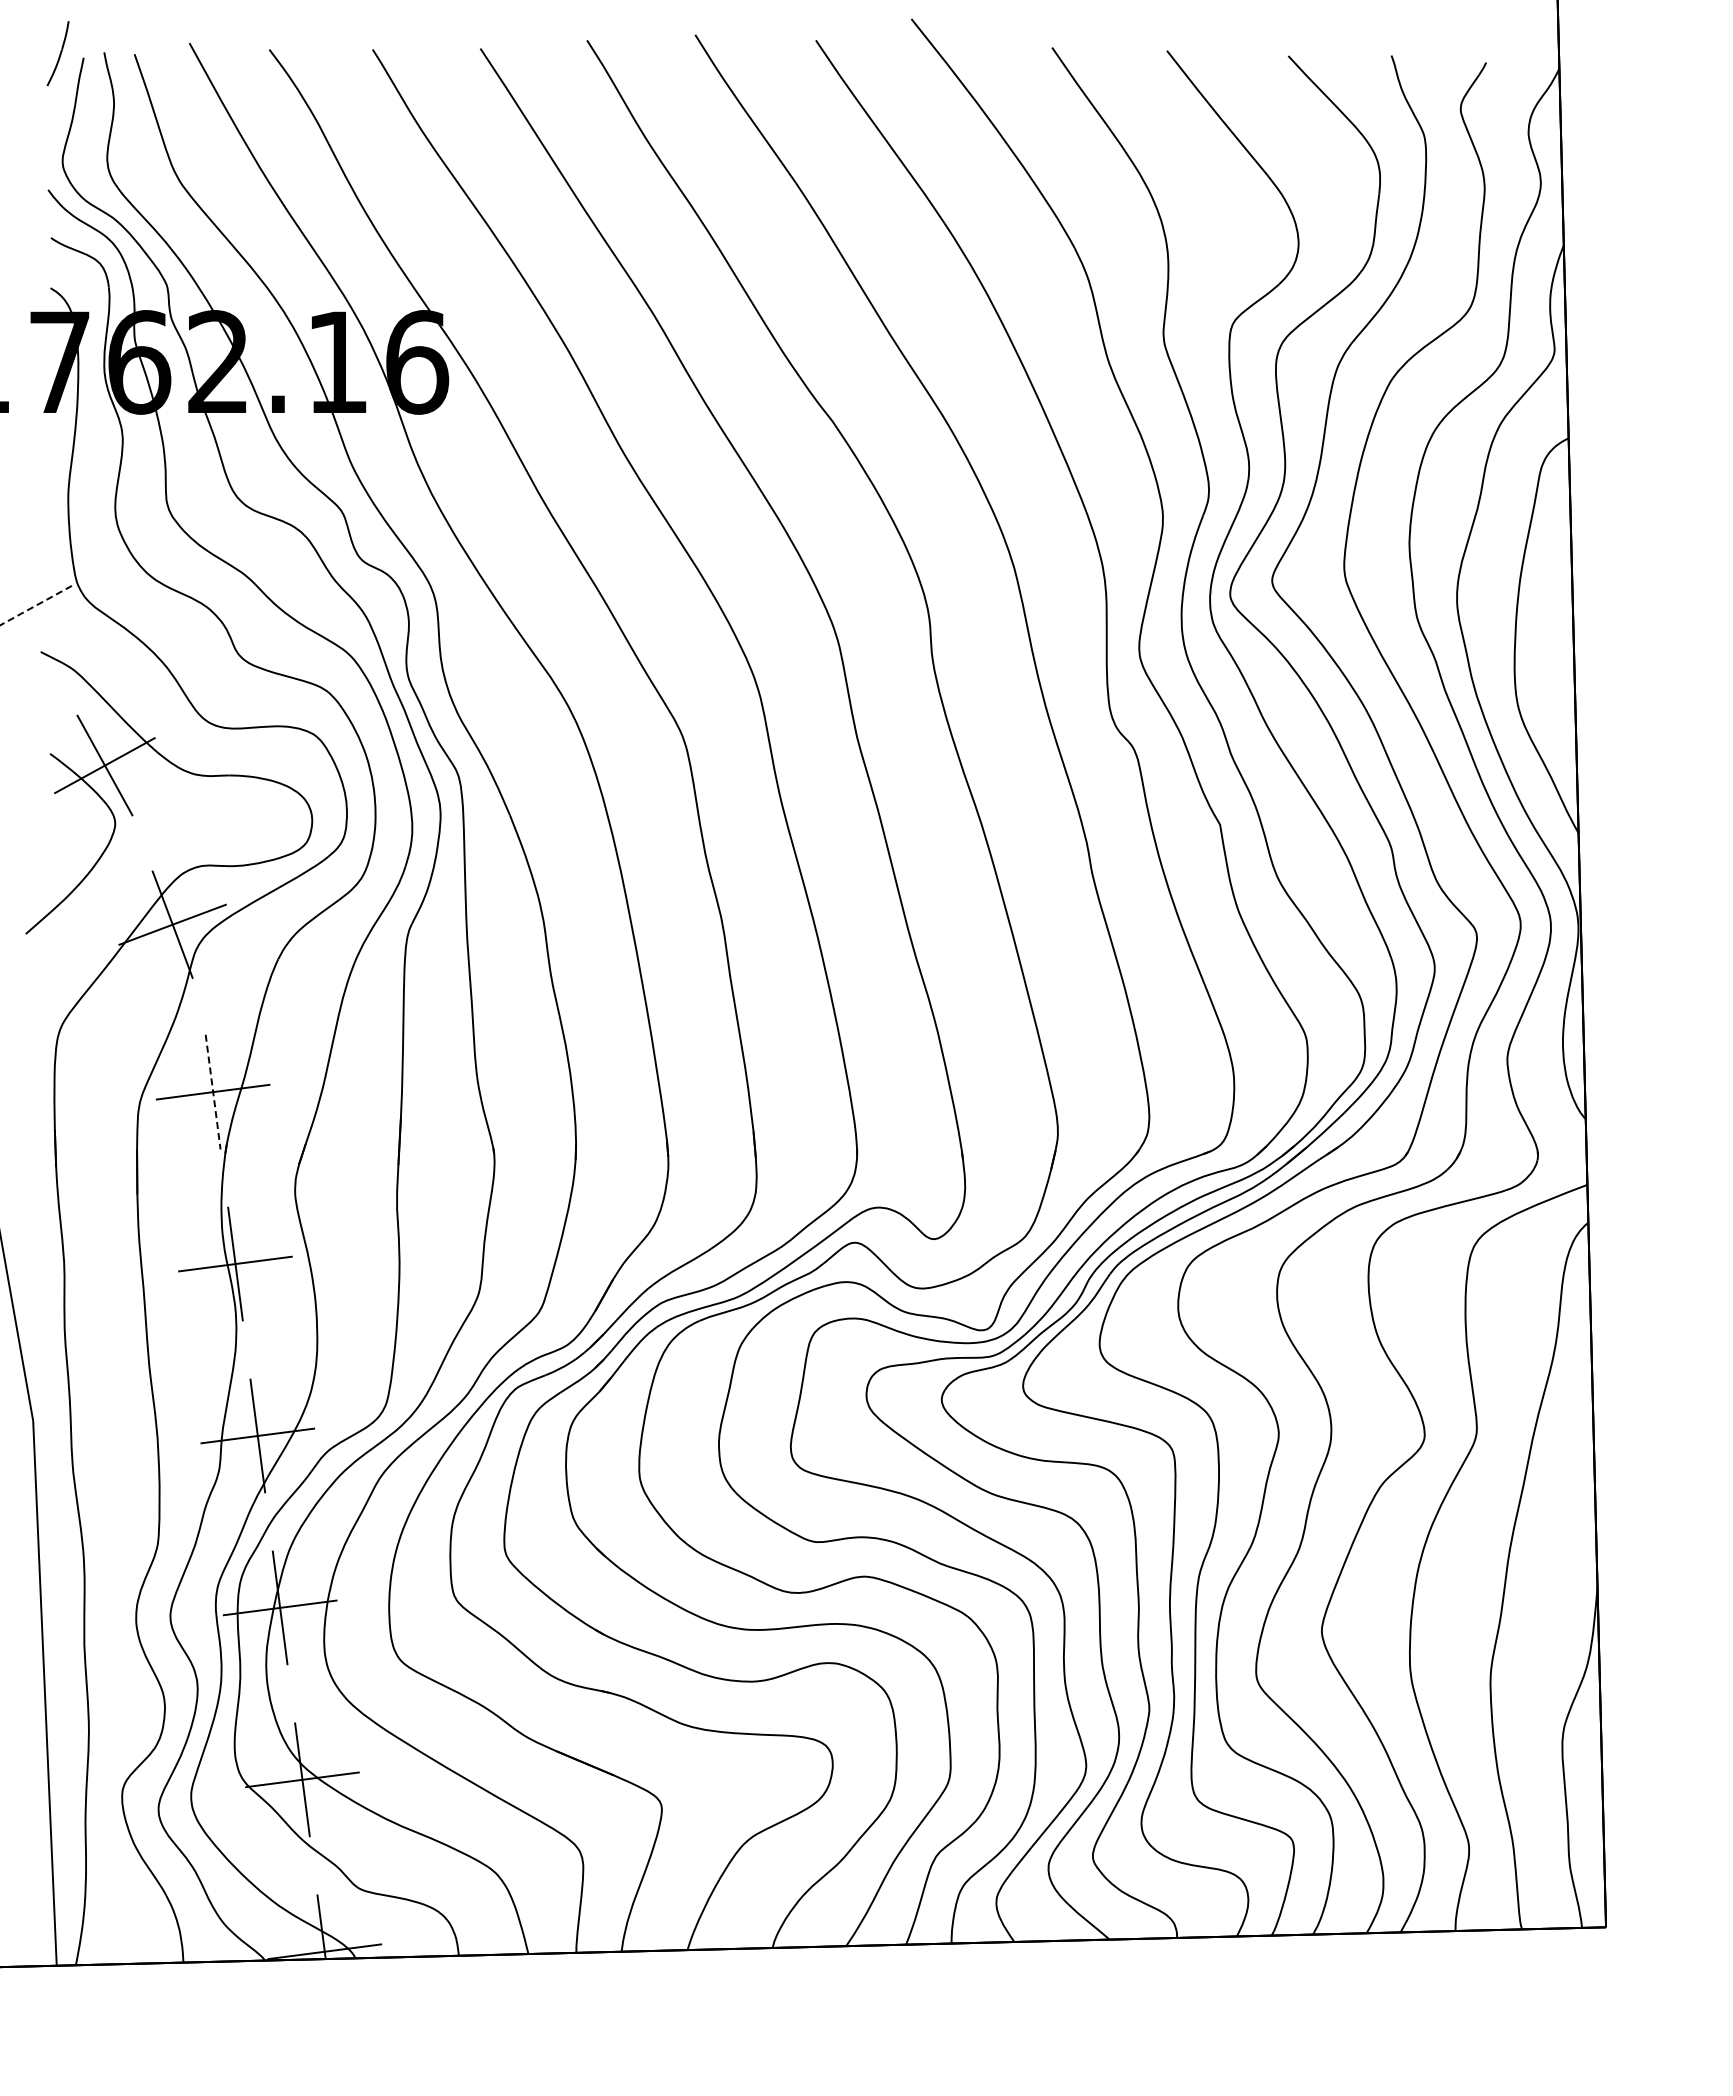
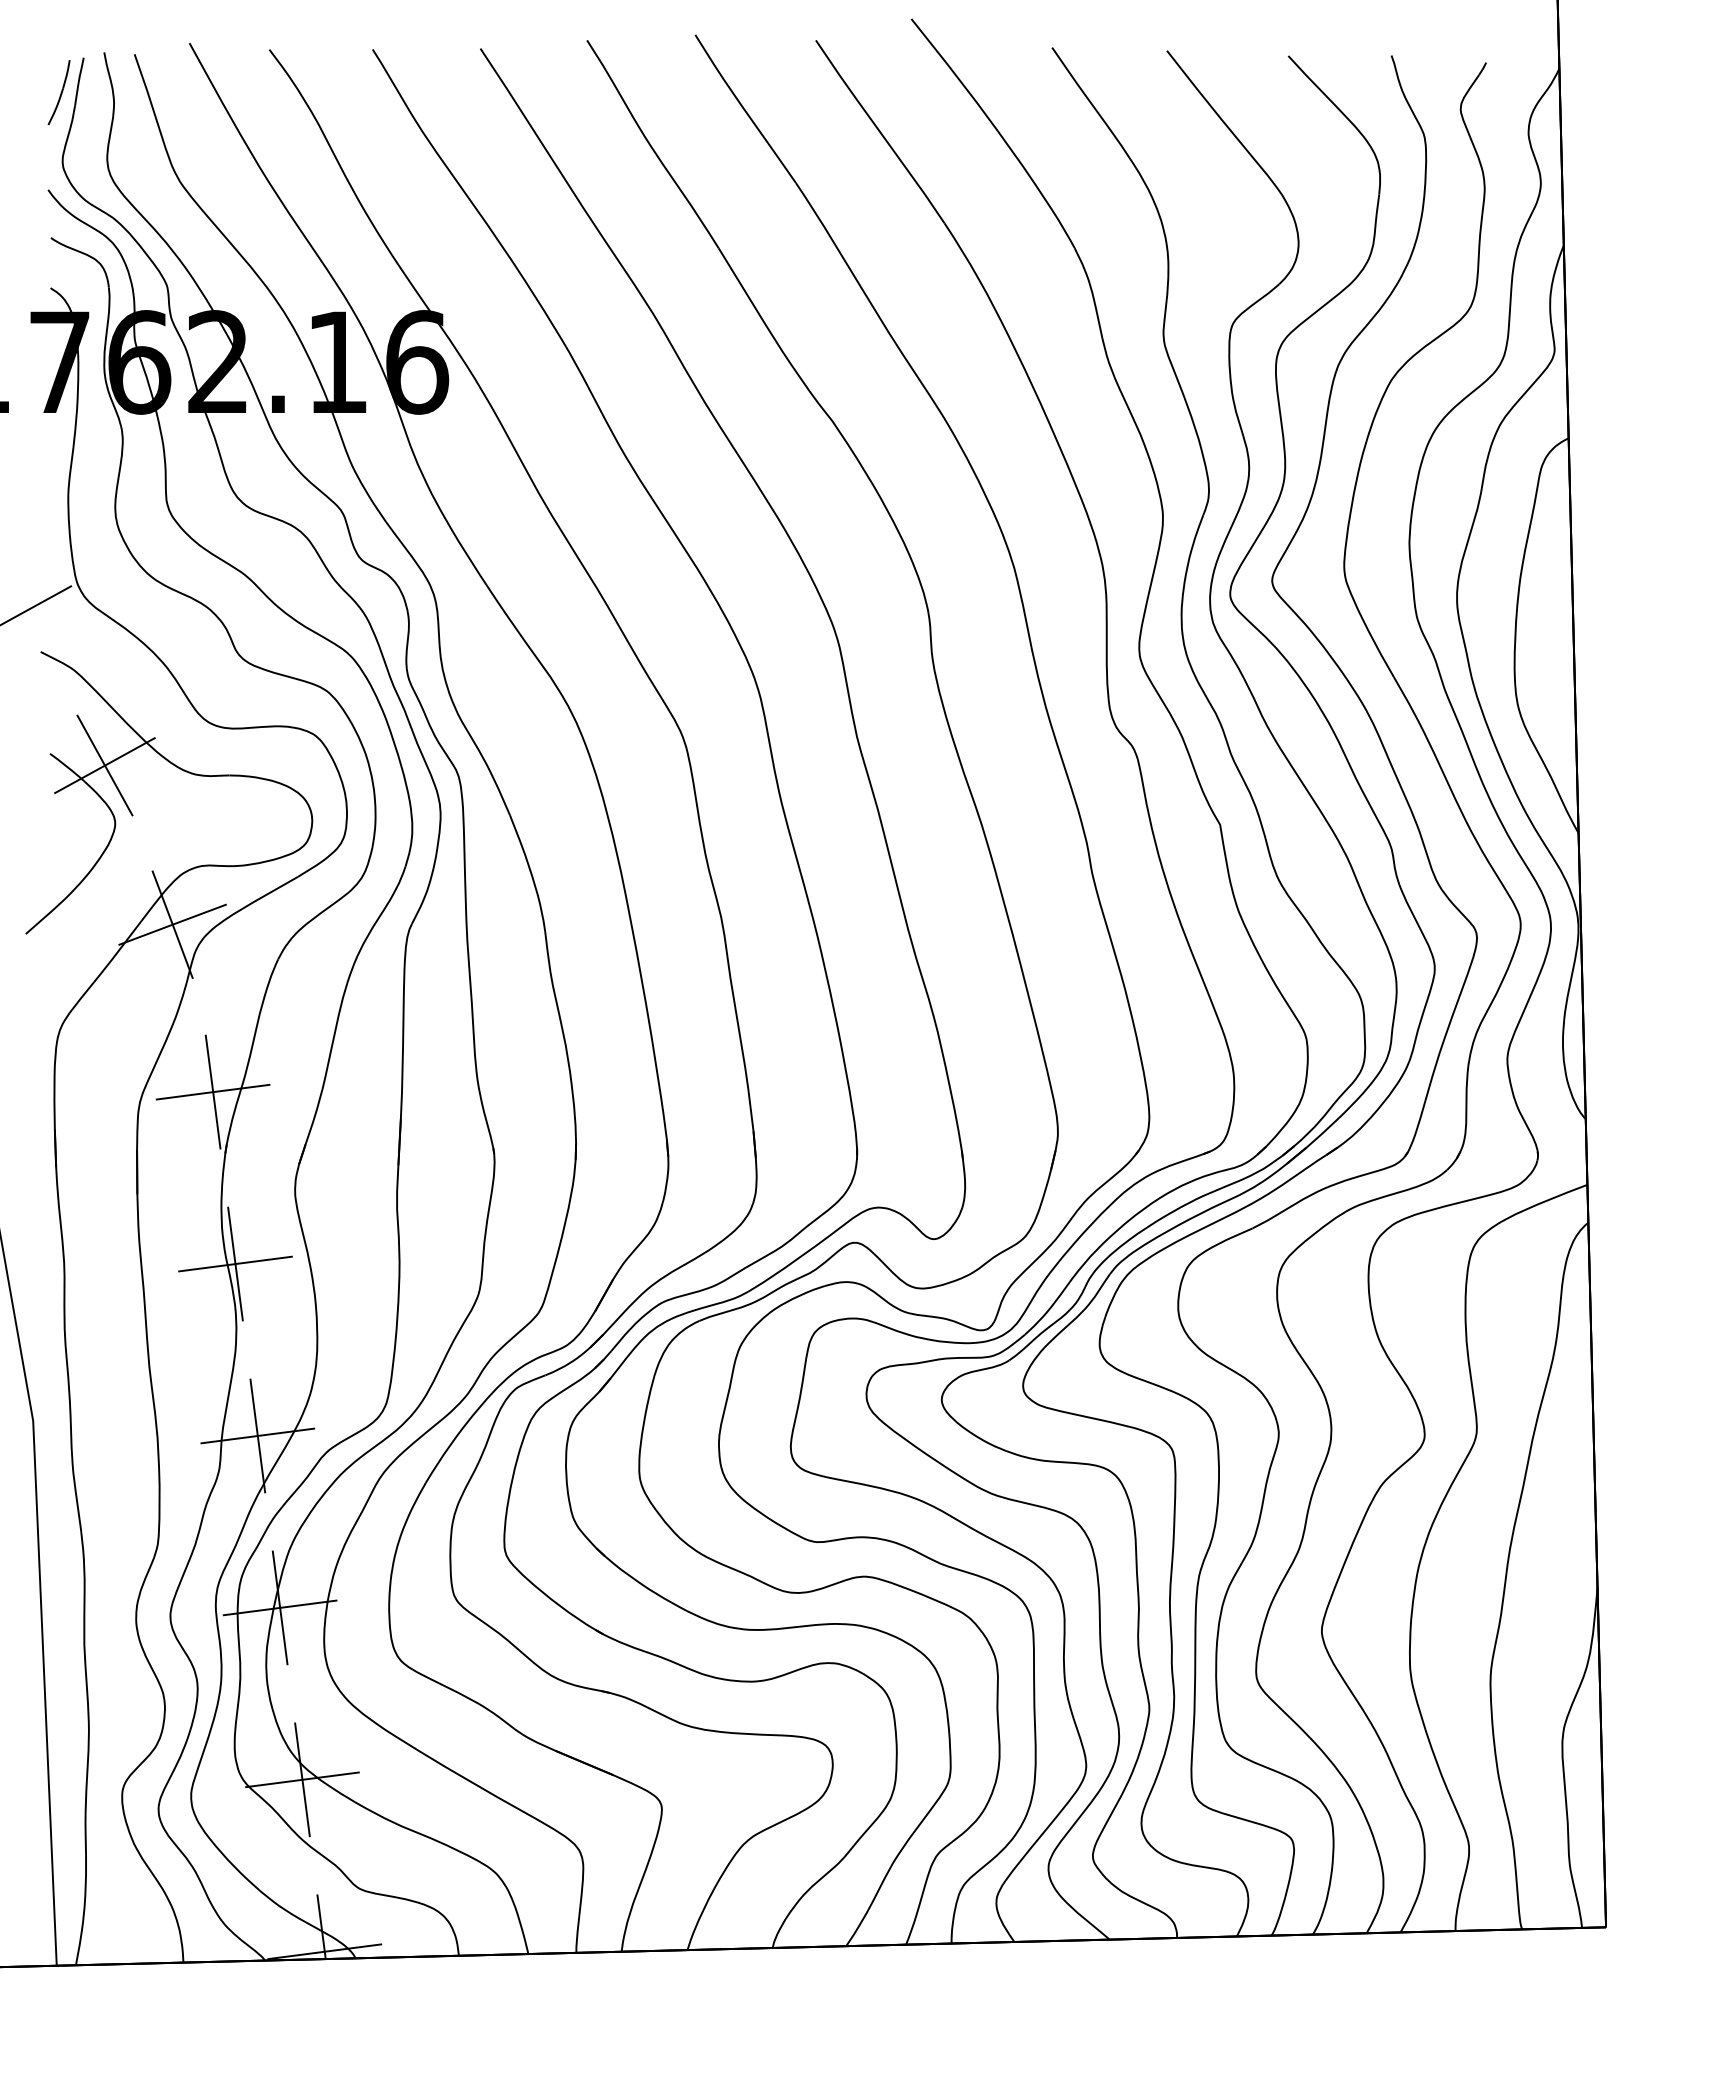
part at (57, 53) position: (57, 53) -> (58, 92)
line at (35, 606): dashed -> solid
line at (213, 1092): dashed -> solid
